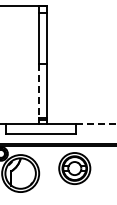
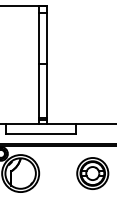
line at (38, 91): dashed -> solid
line at (96, 124): dashed -> solid
part at (74, 168) position: (74, 168) -> (92, 173)
